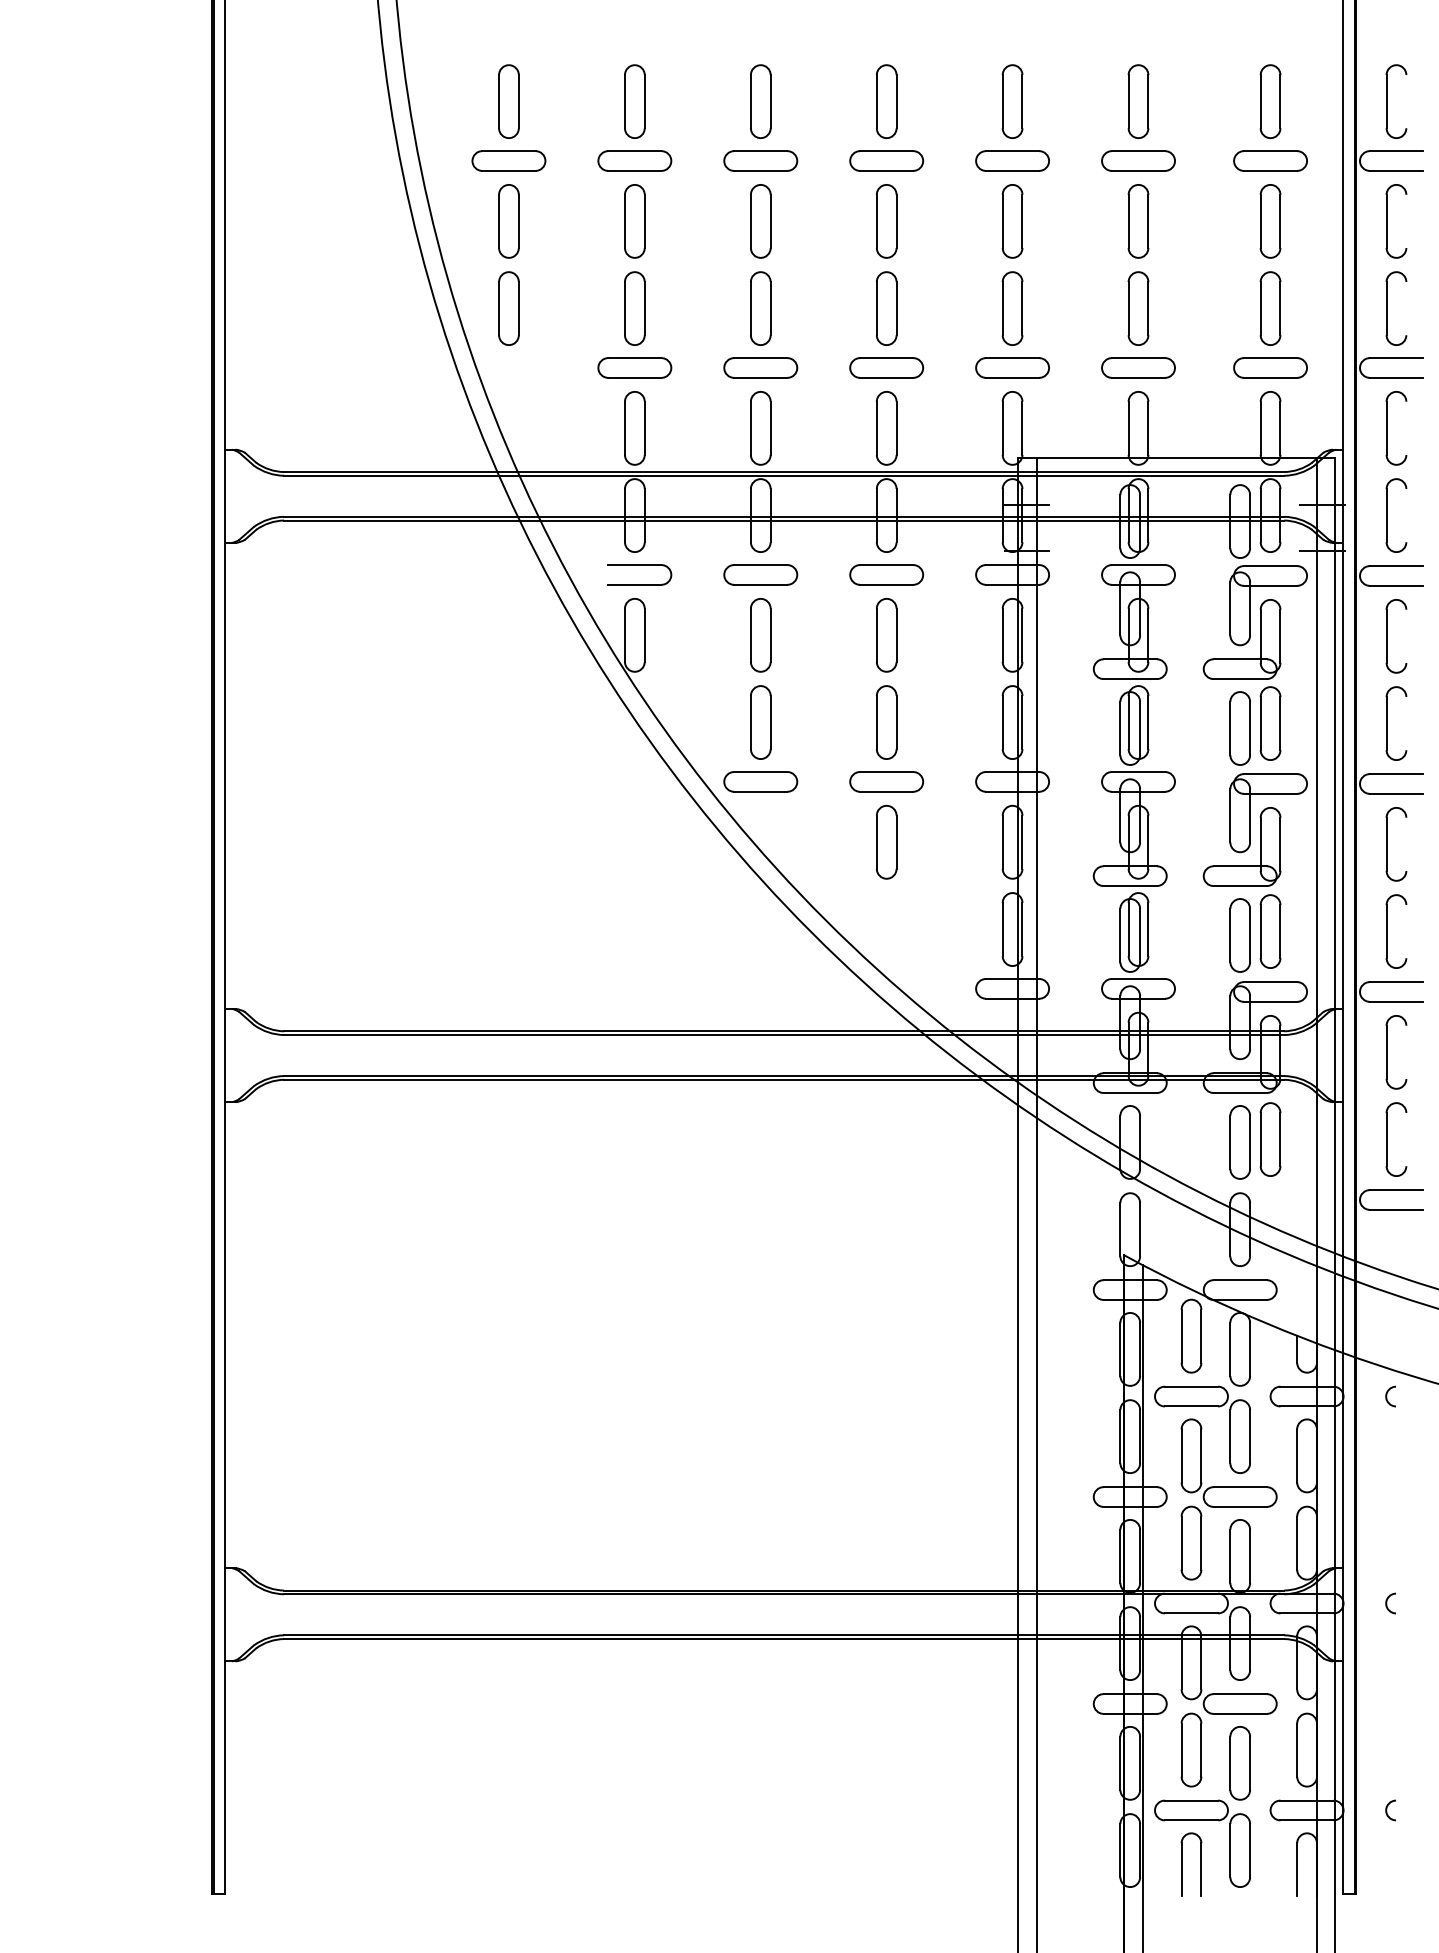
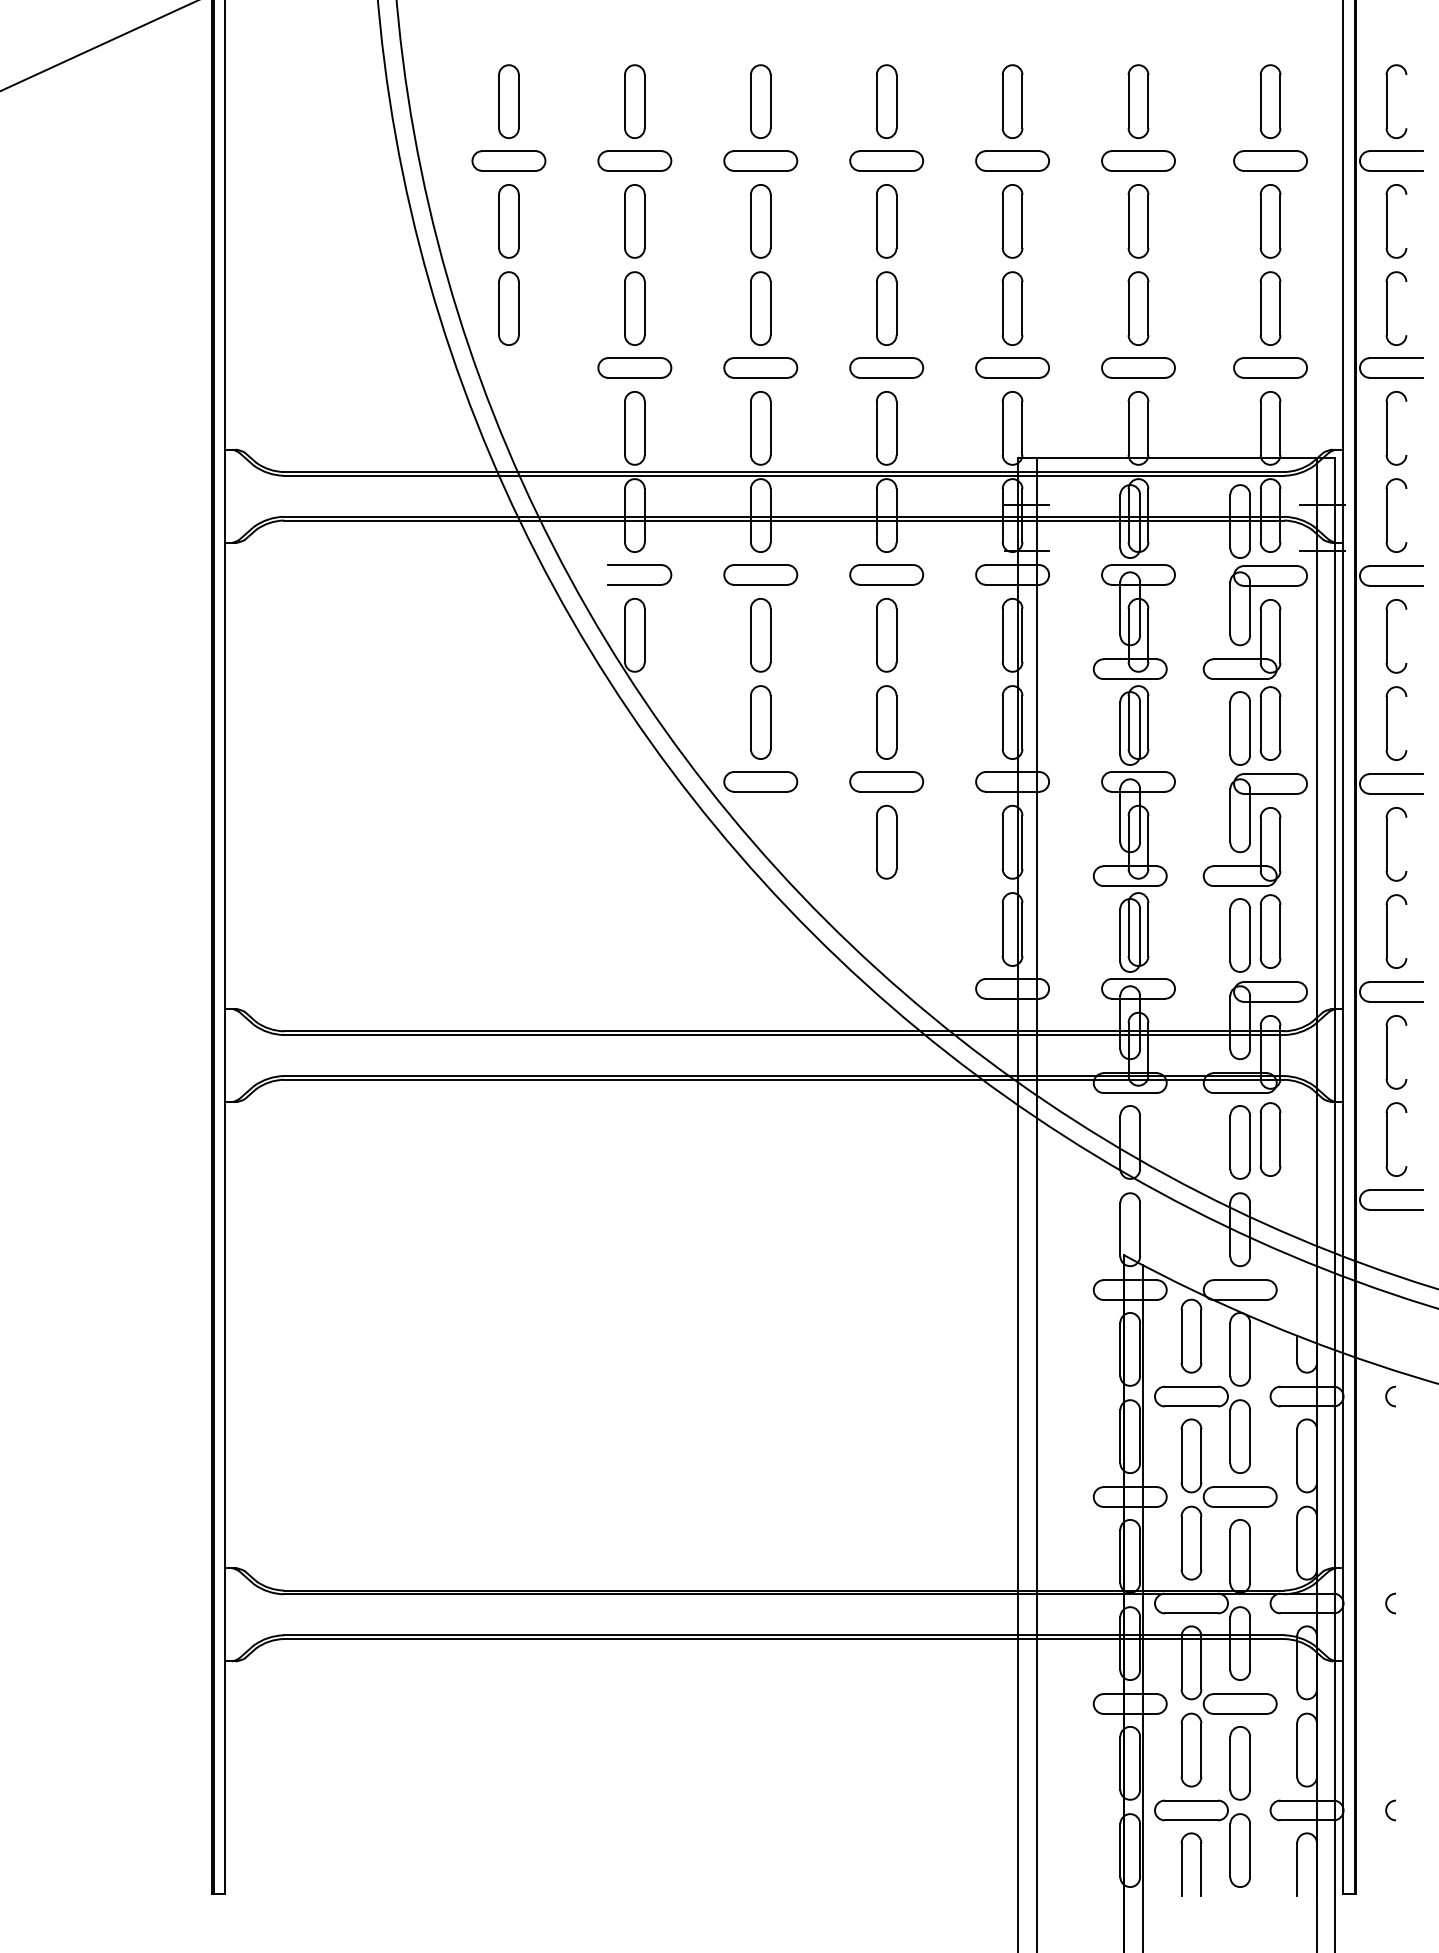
line at (98, 46): none -> present
